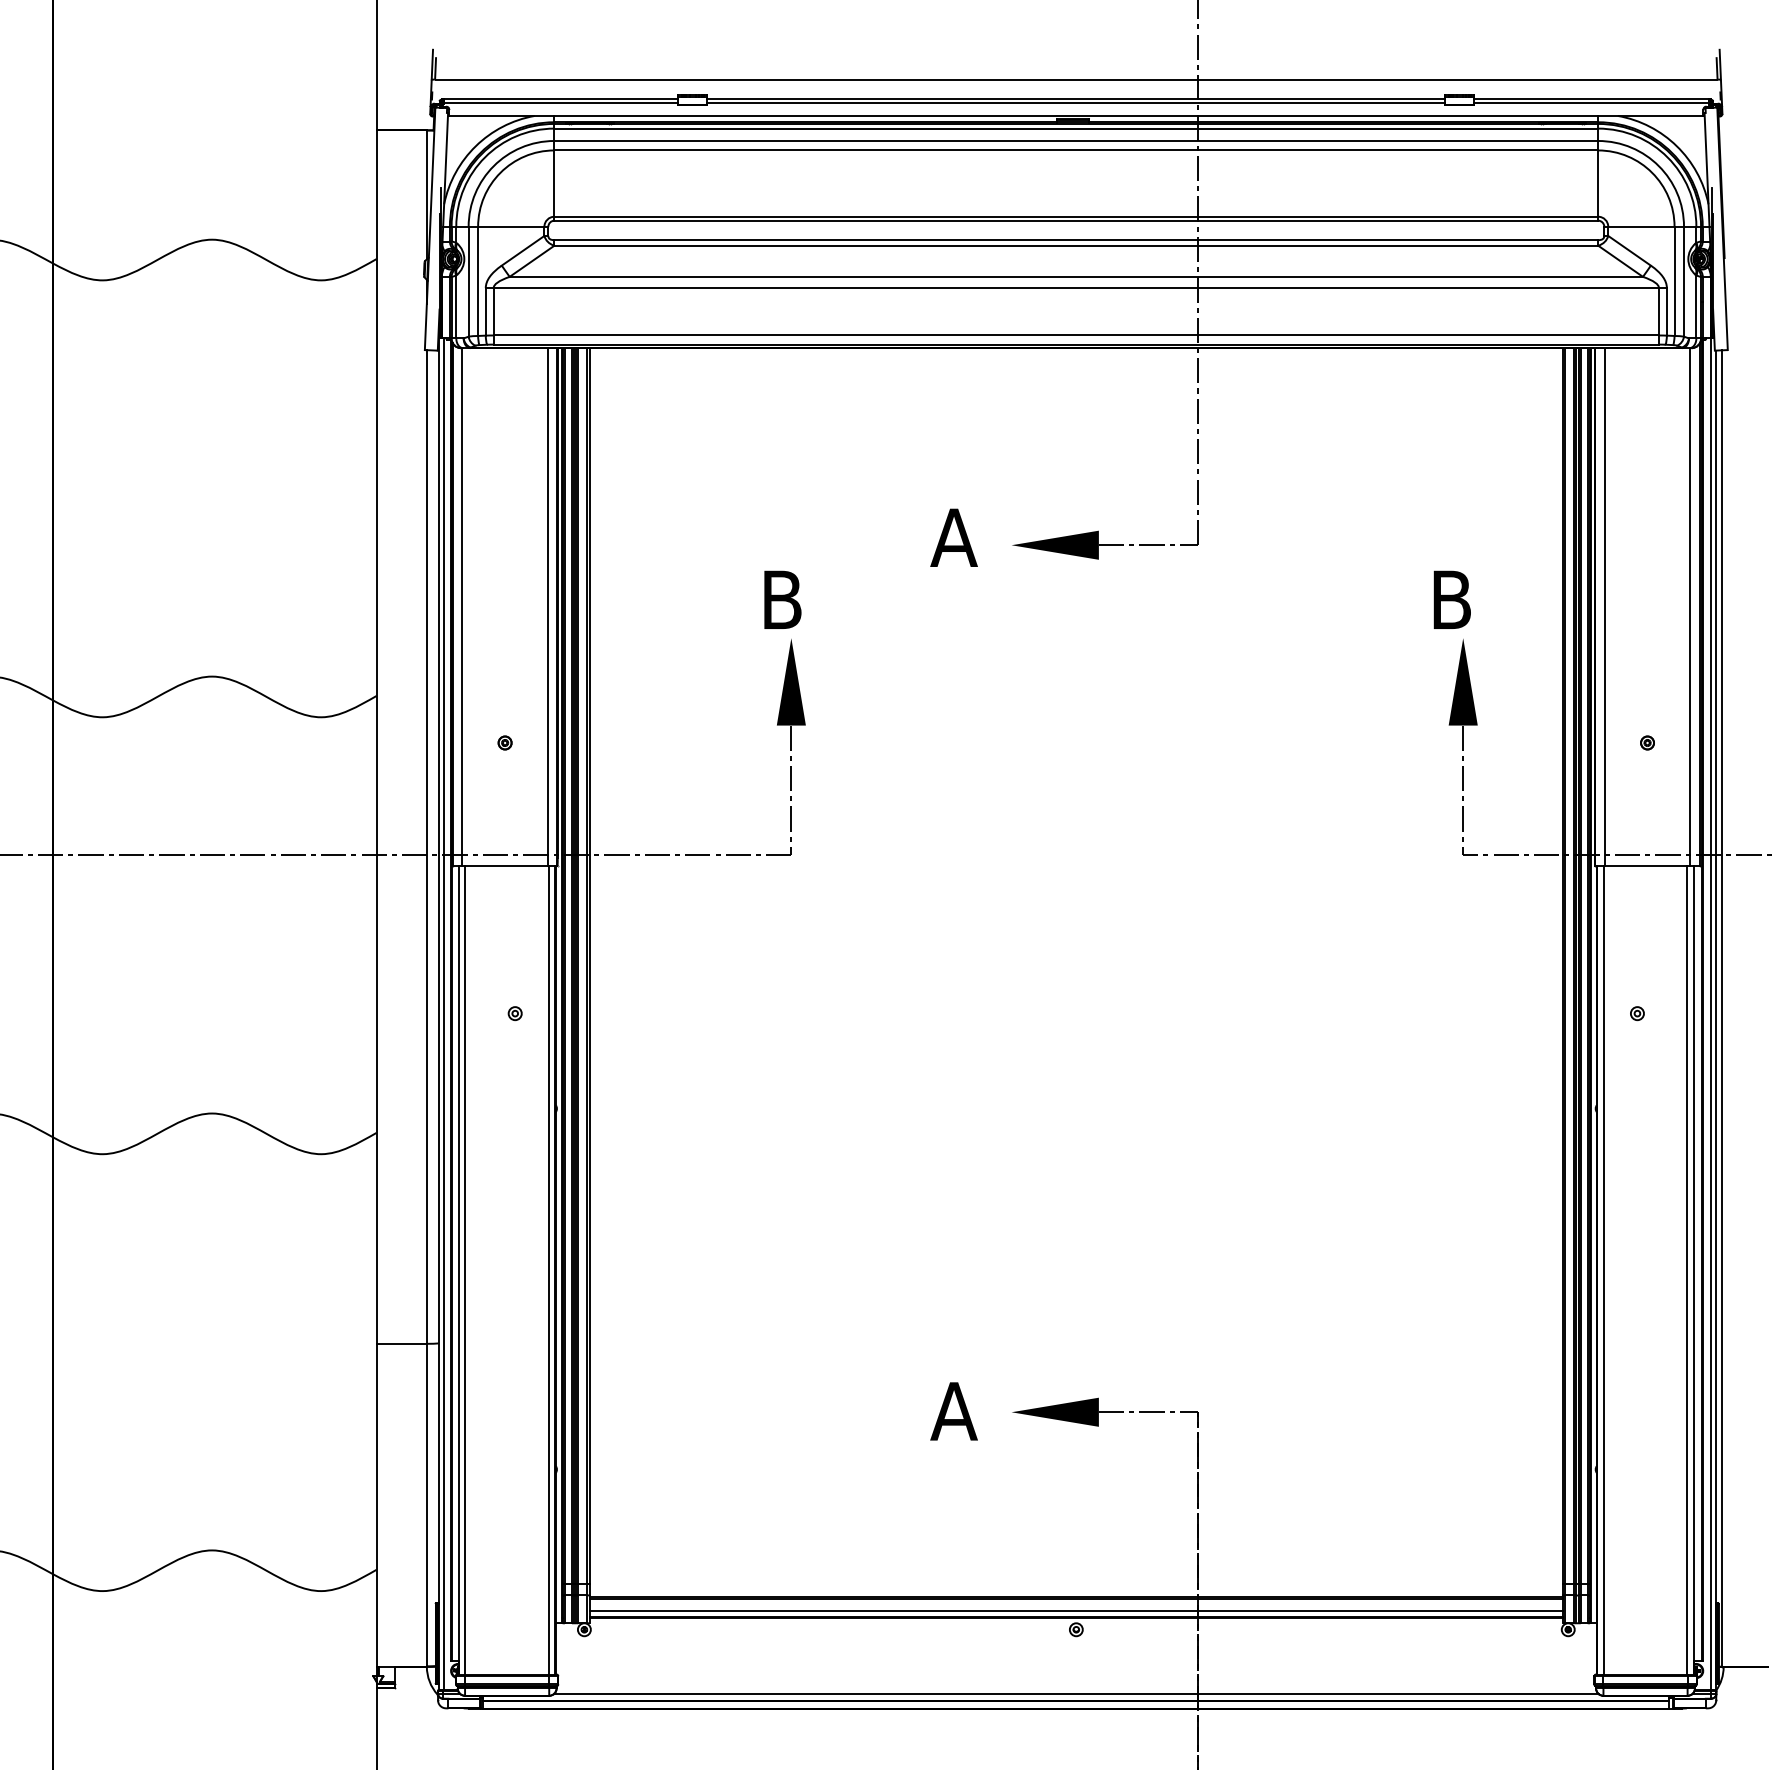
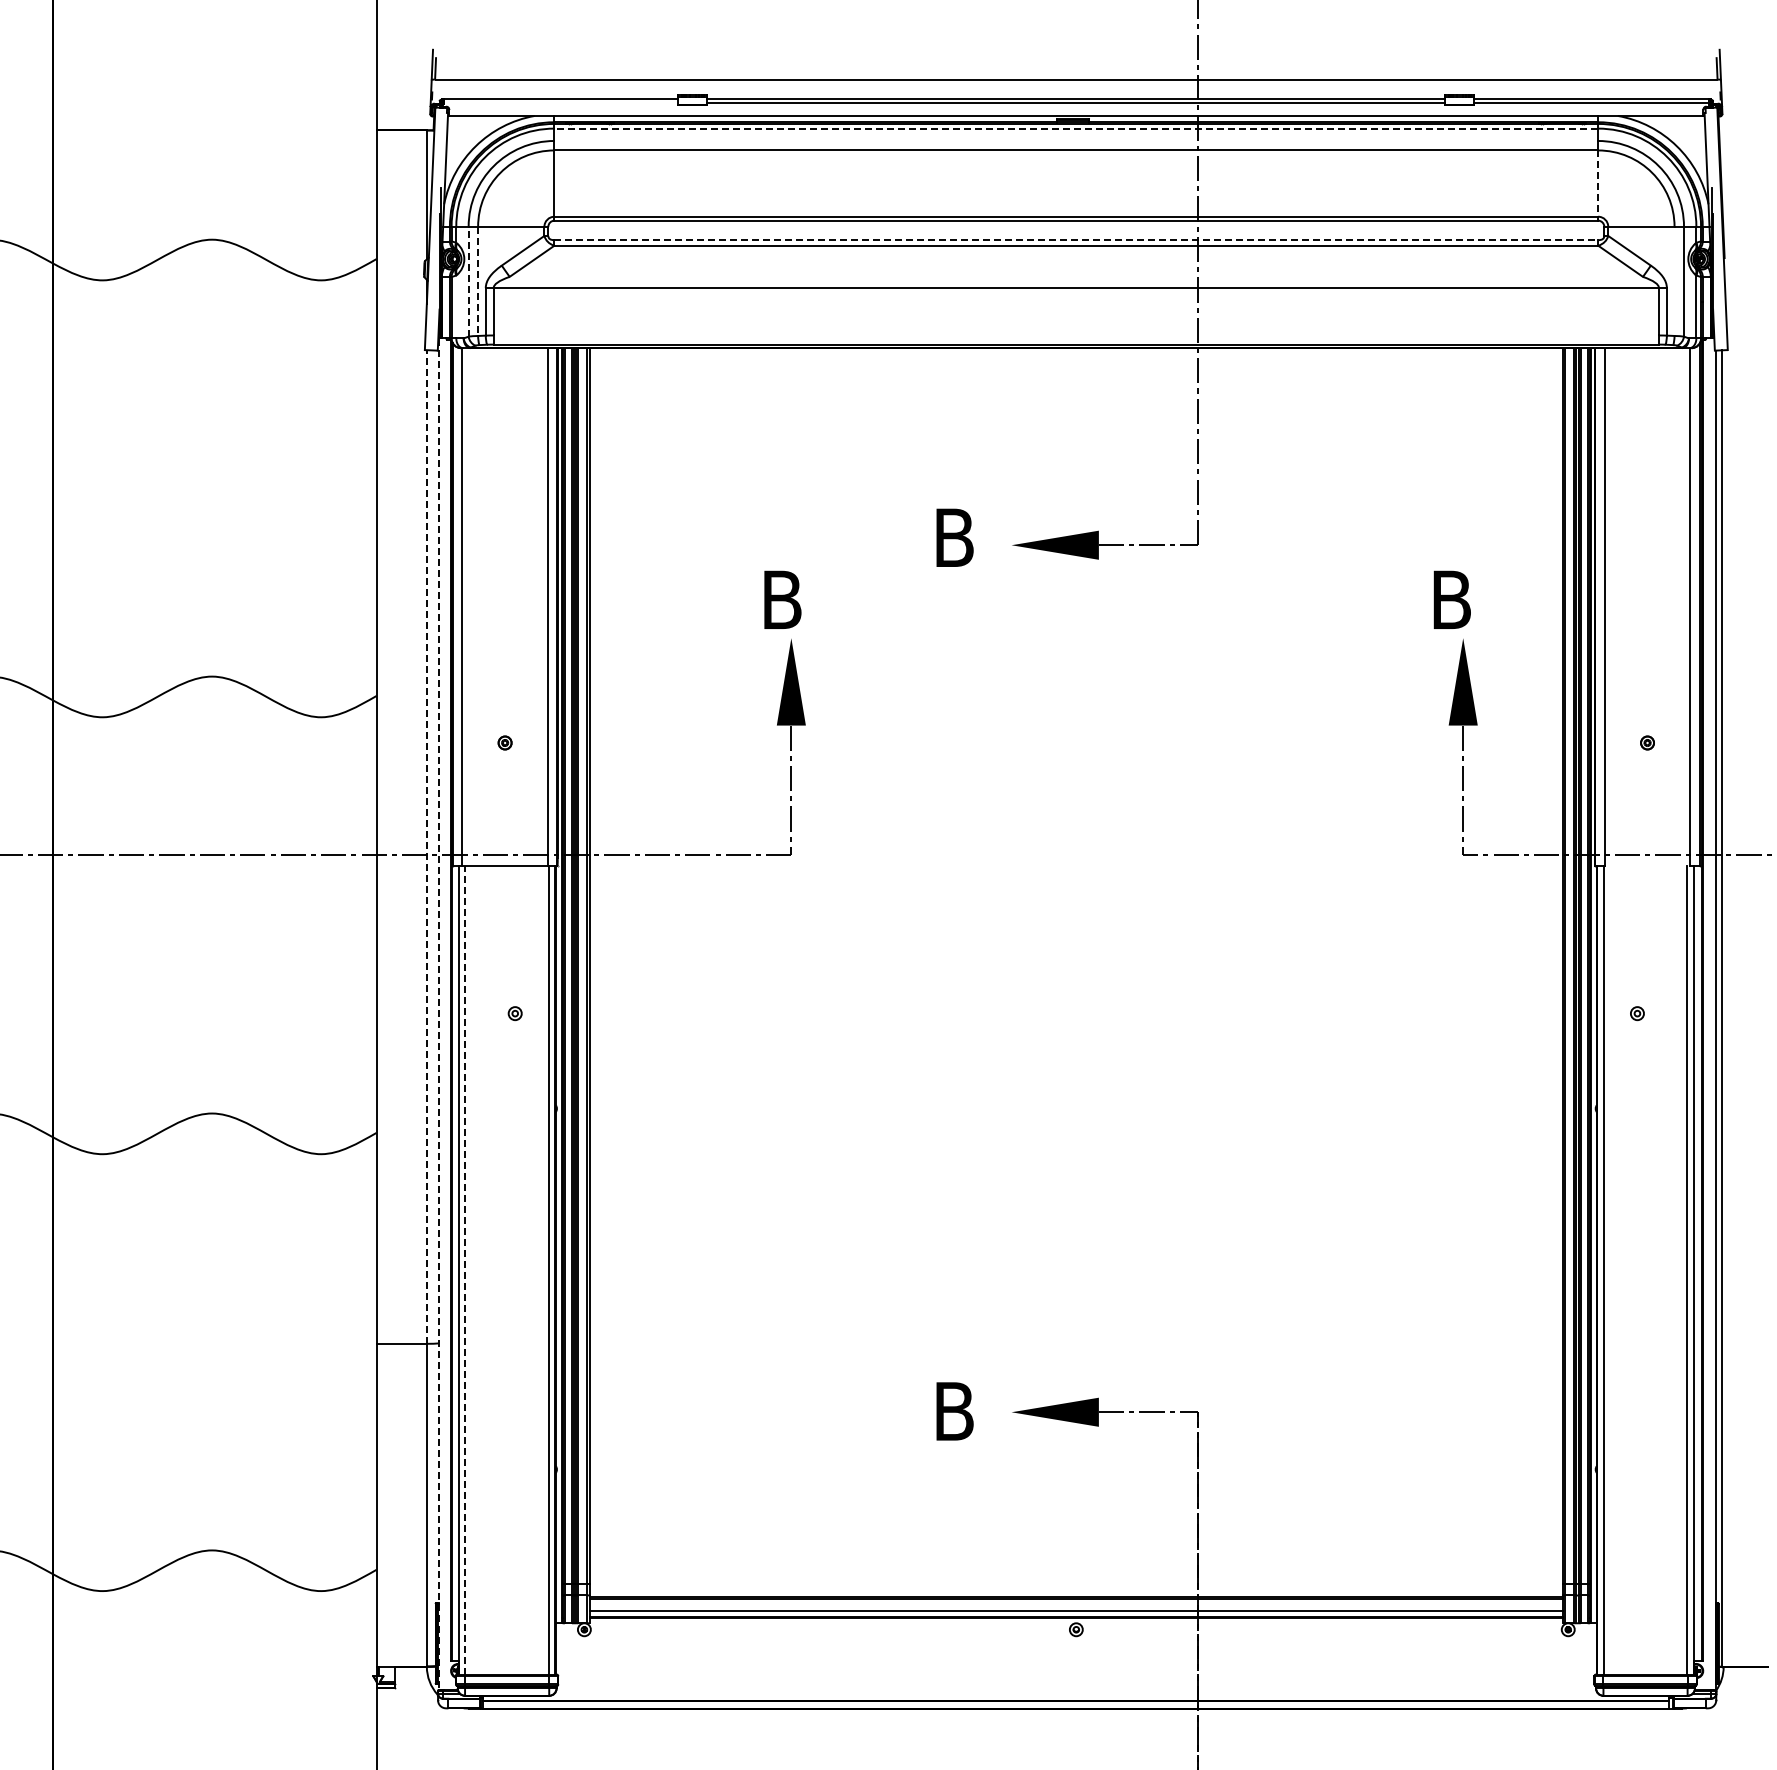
line at (561, 102): present -> none
line at (1076, 128): solid -> dashed
line at (1076, 140): present -> none
line at (1598, 184): solid -> dashed
line at (1076, 240): solid -> dashed
line at (1075, 276): present -> none
line at (1674, 280): present -> none
line at (468, 281): solid -> dashed
line at (478, 281): solid -> dashed
line at (456, 306): present -> none
line at (1076, 335): present -> none
text at (953, 537): A -> B
line at (426, 847): solid -> dashed
line at (1647, 865): present -> none
line at (438, 1009): solid -> dashed
line at (443, 1014): present -> none
line at (1710, 1014): present -> none
line at (465, 1269): solid -> dashed
text at (953, 1411): A -> B
line at (1076, 1694): present -> none
